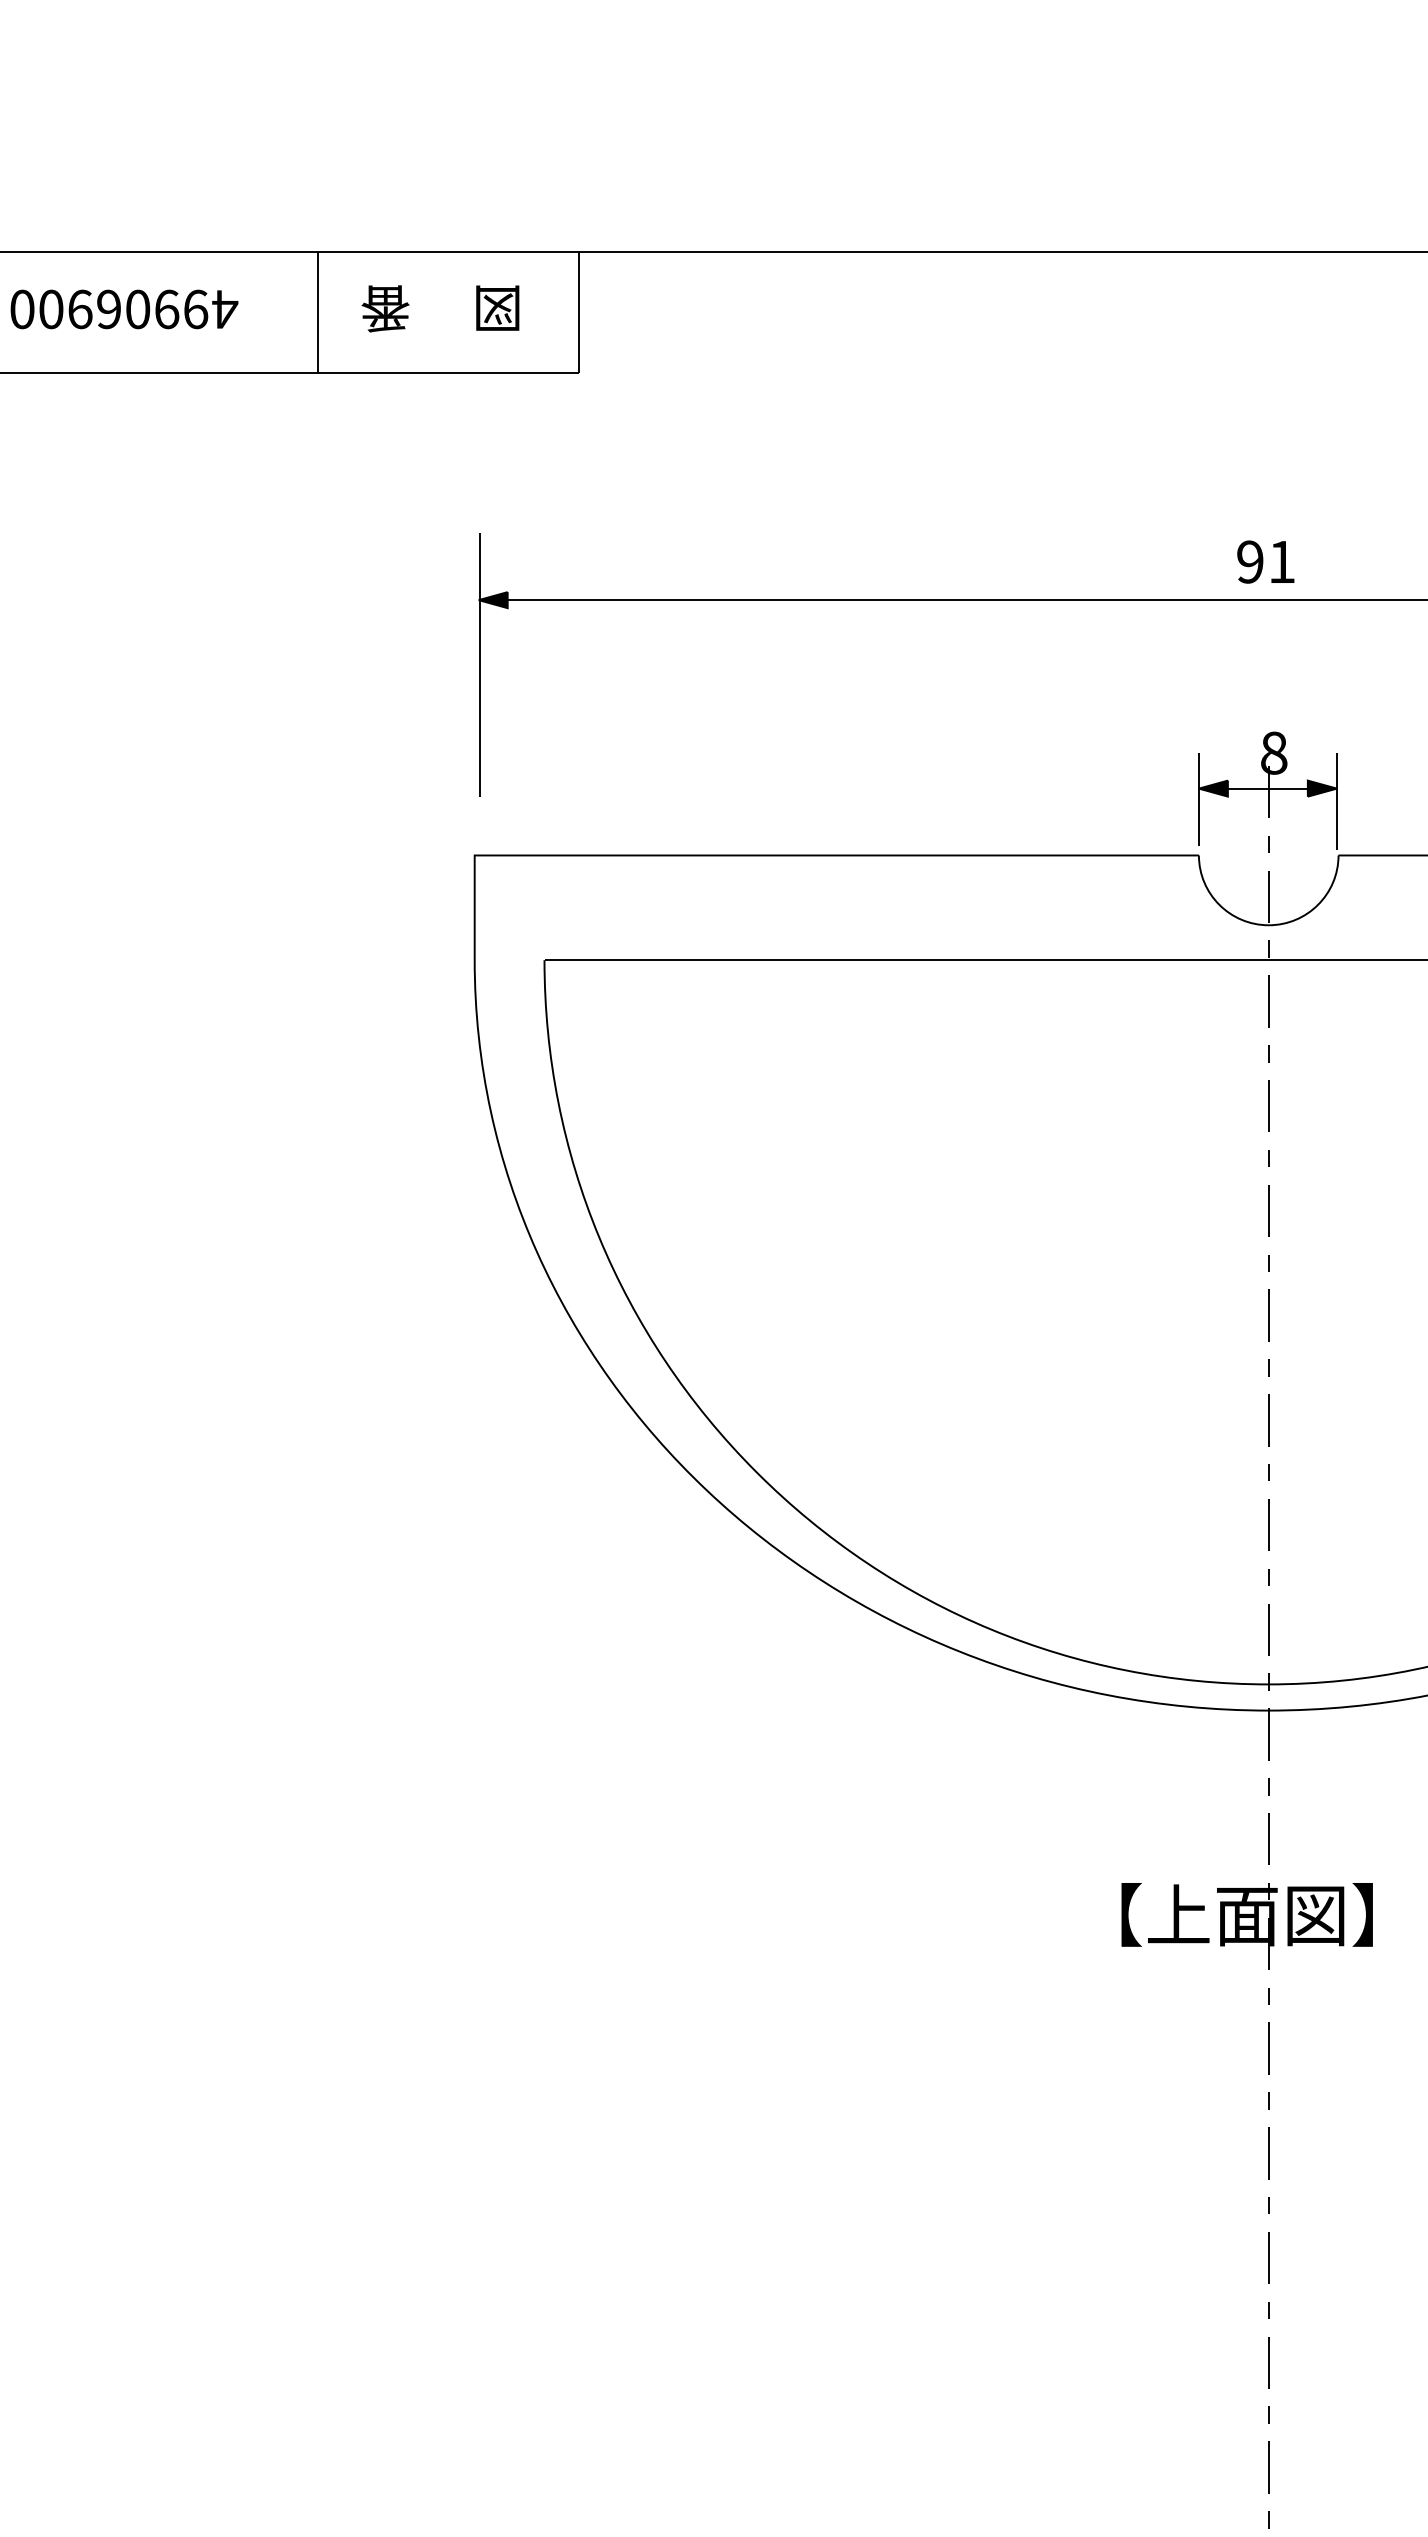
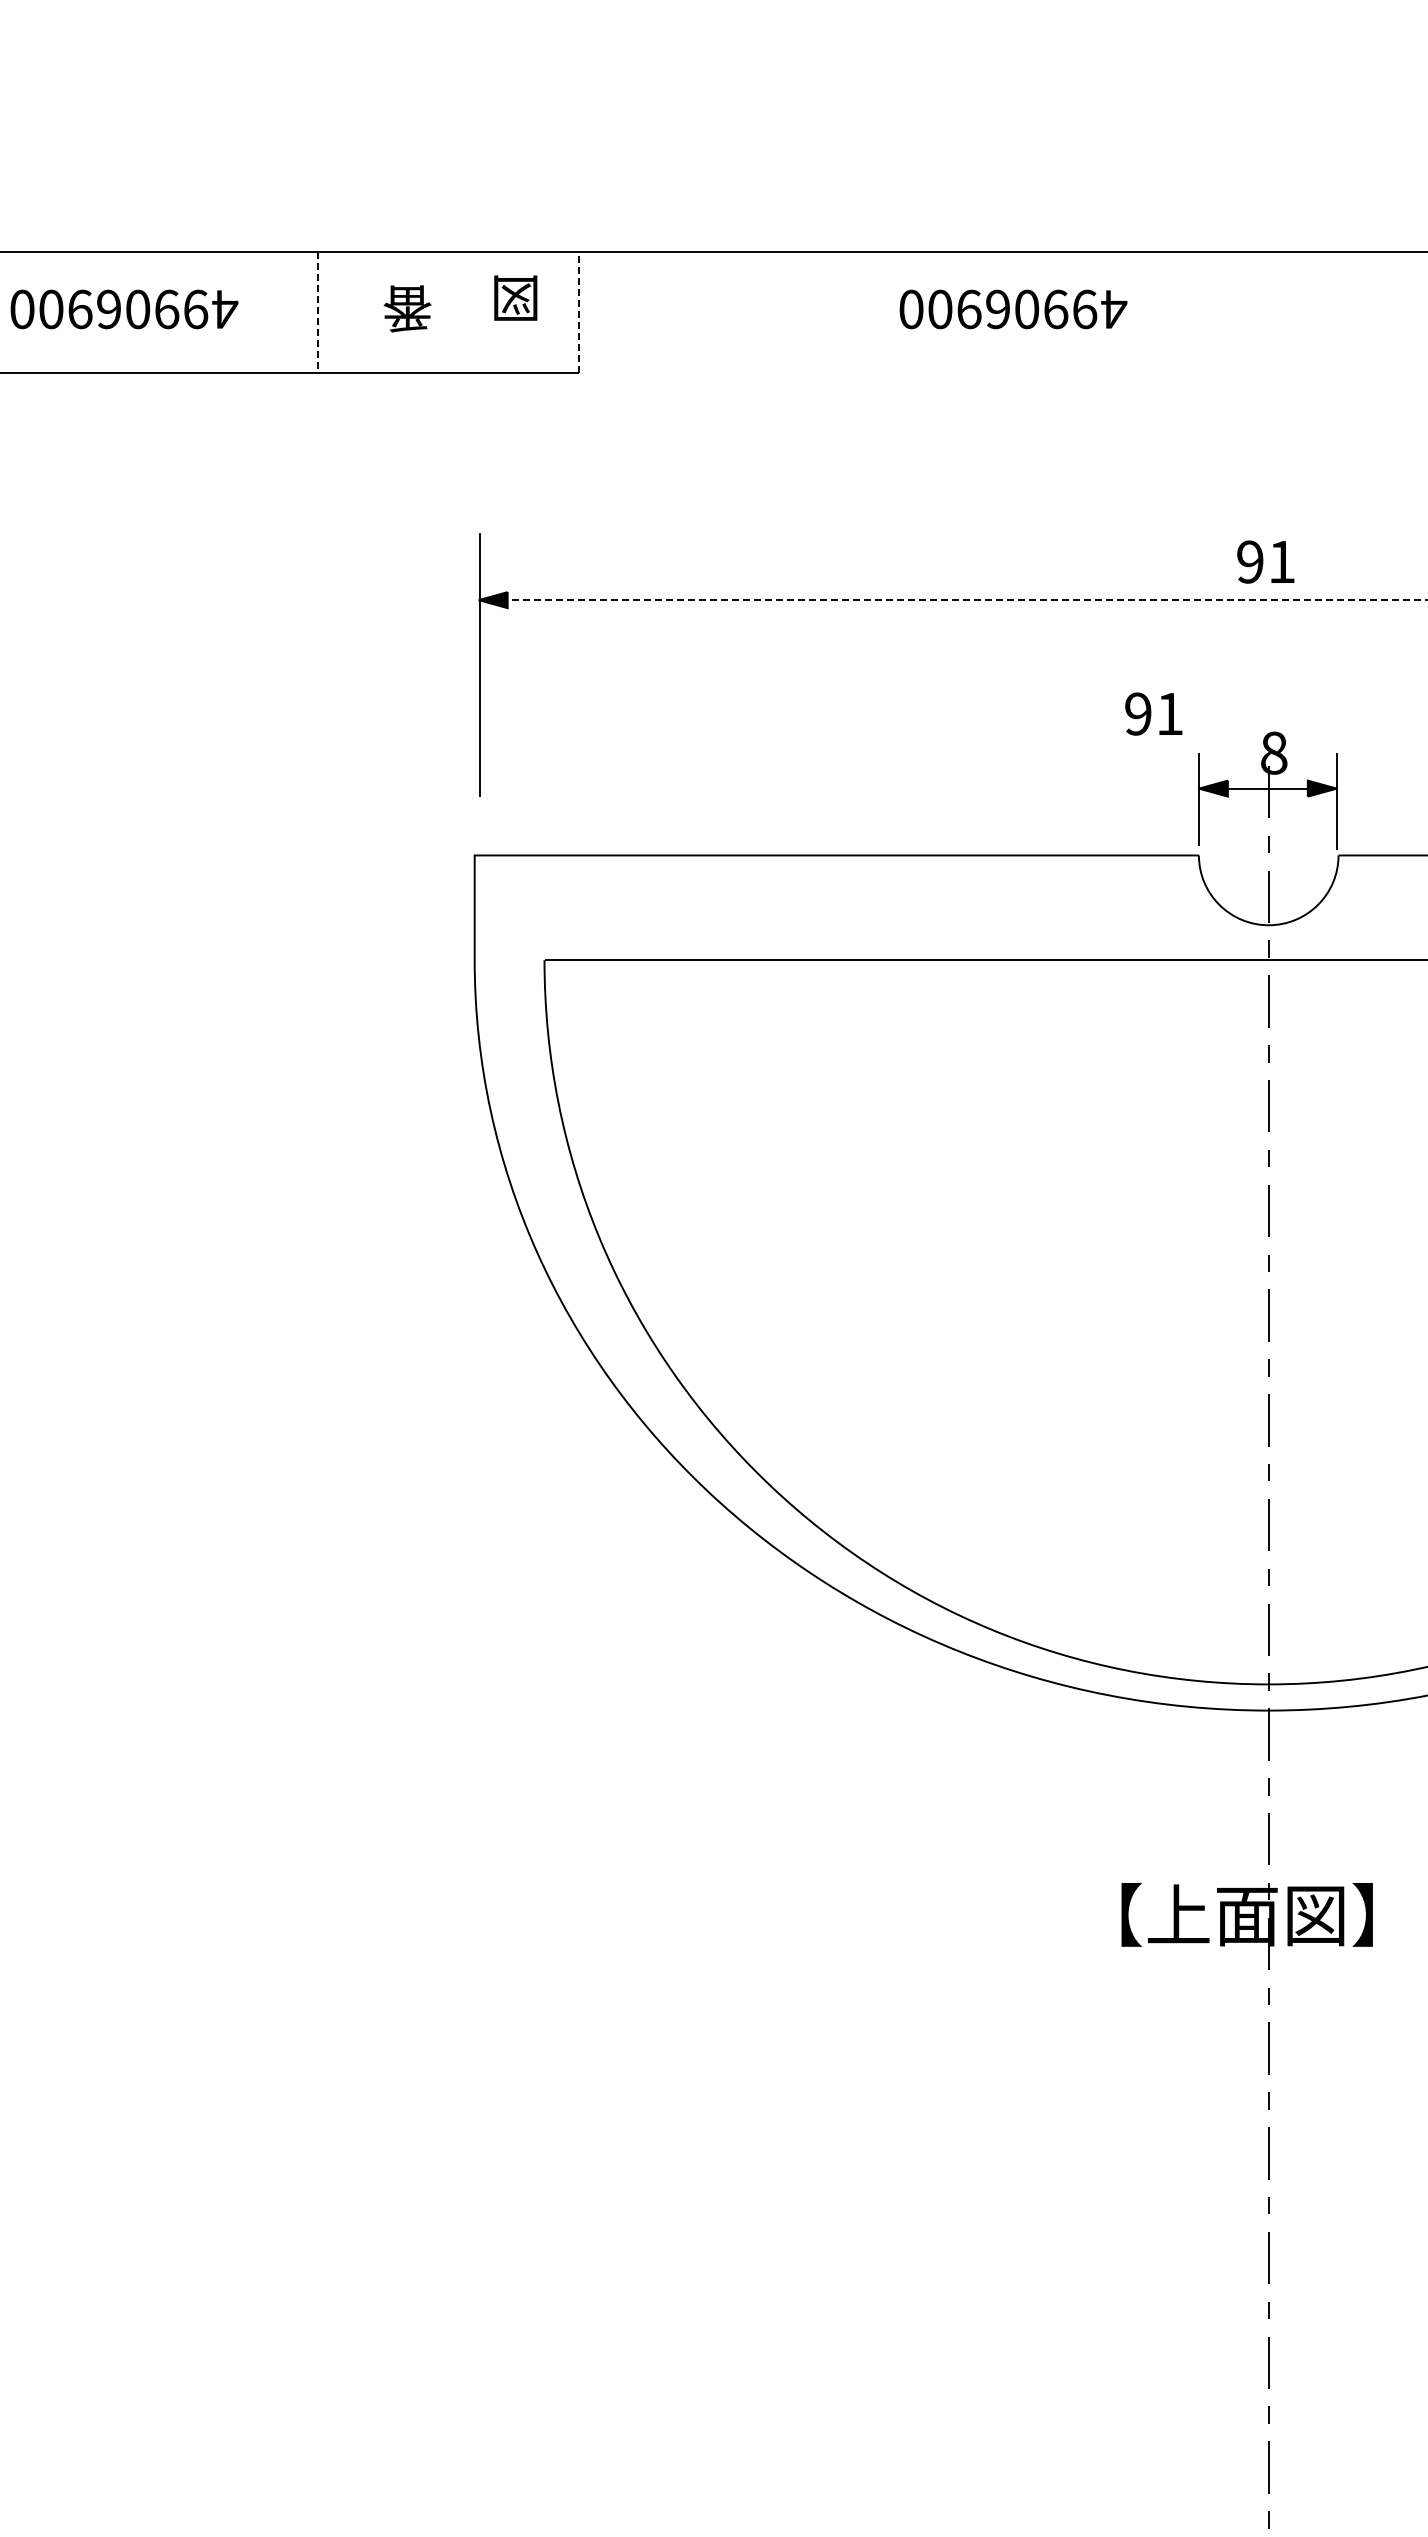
part at (497, 307) position: (497, 307) -> (515, 297)
part at (385, 308) position: (385, 308) -> (407, 308)
part at (1013, 309): none -> present
line at (317, 312): solid -> dashed
line at (579, 312): solid -> dashed
line at (953, 600): solid -> dashed
part at (1153, 713): none -> present
